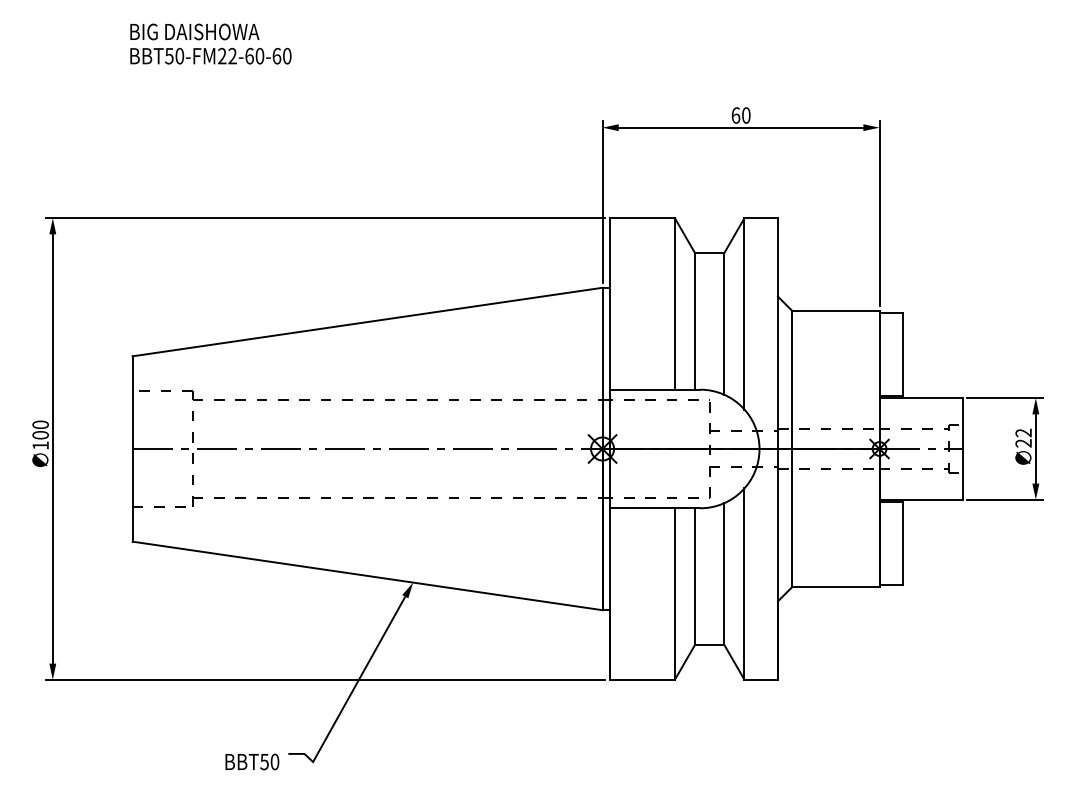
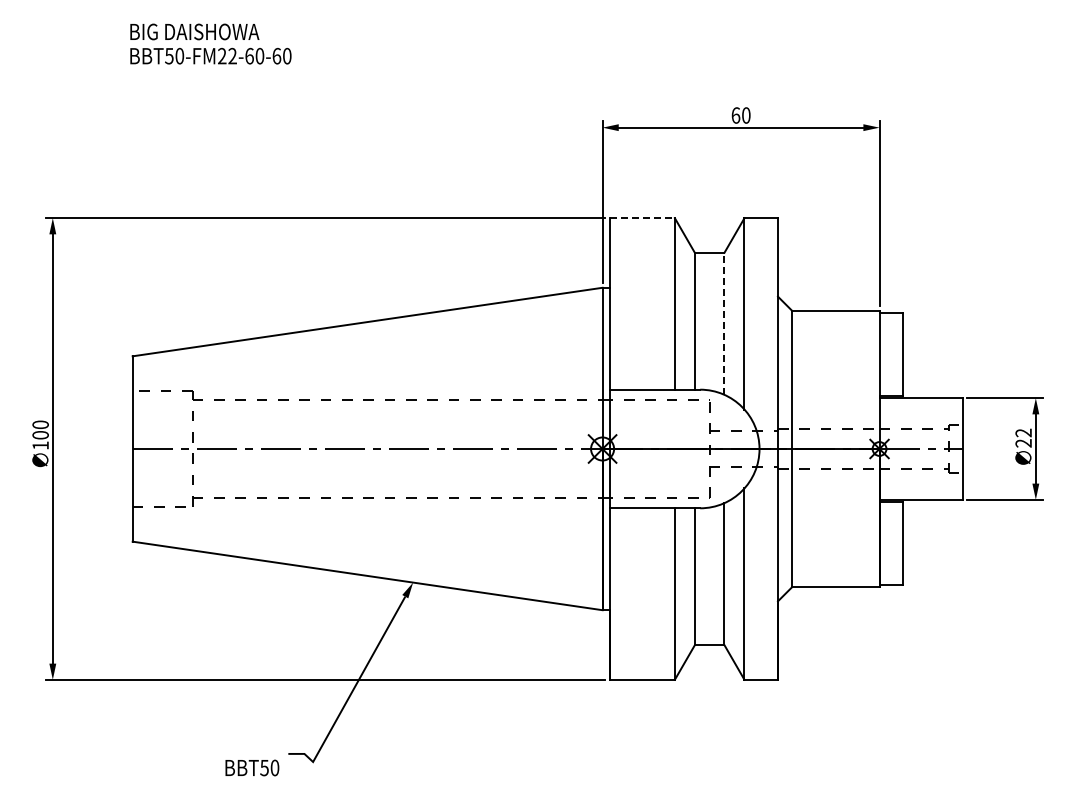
line at (642, 218): solid -> dashed
line at (724, 323): solid -> dashed
text at (252, 761) position: (252, 761) -> (252, 767)
